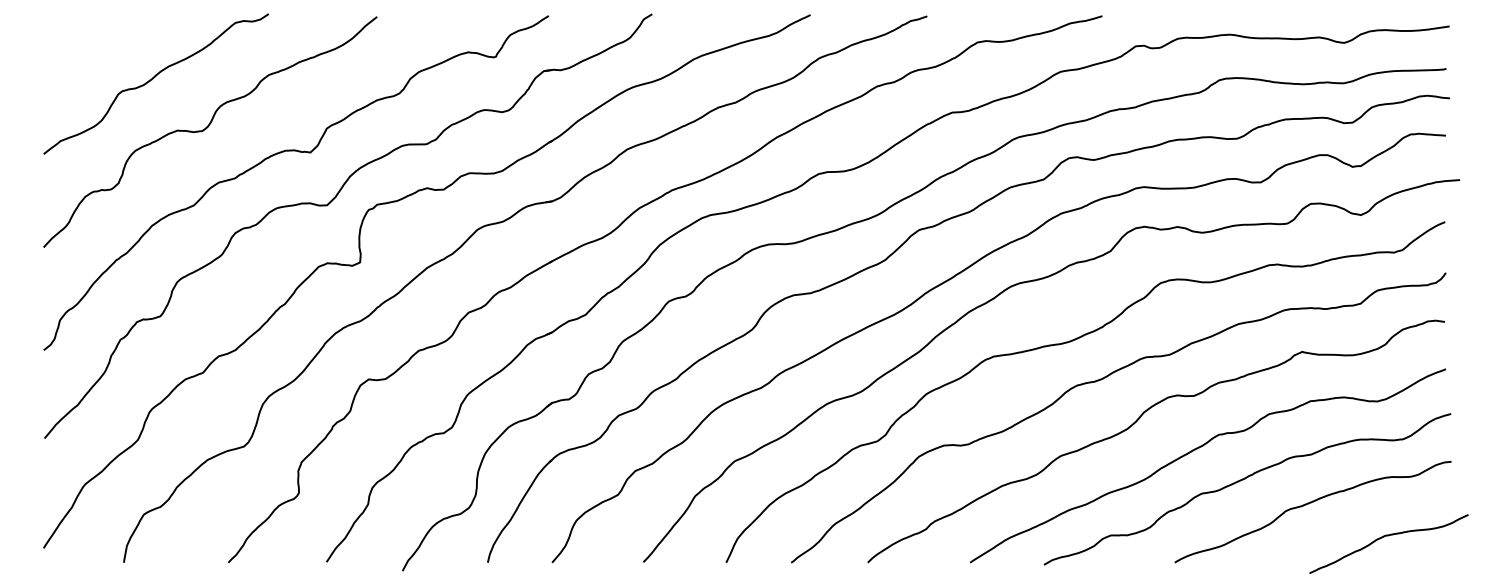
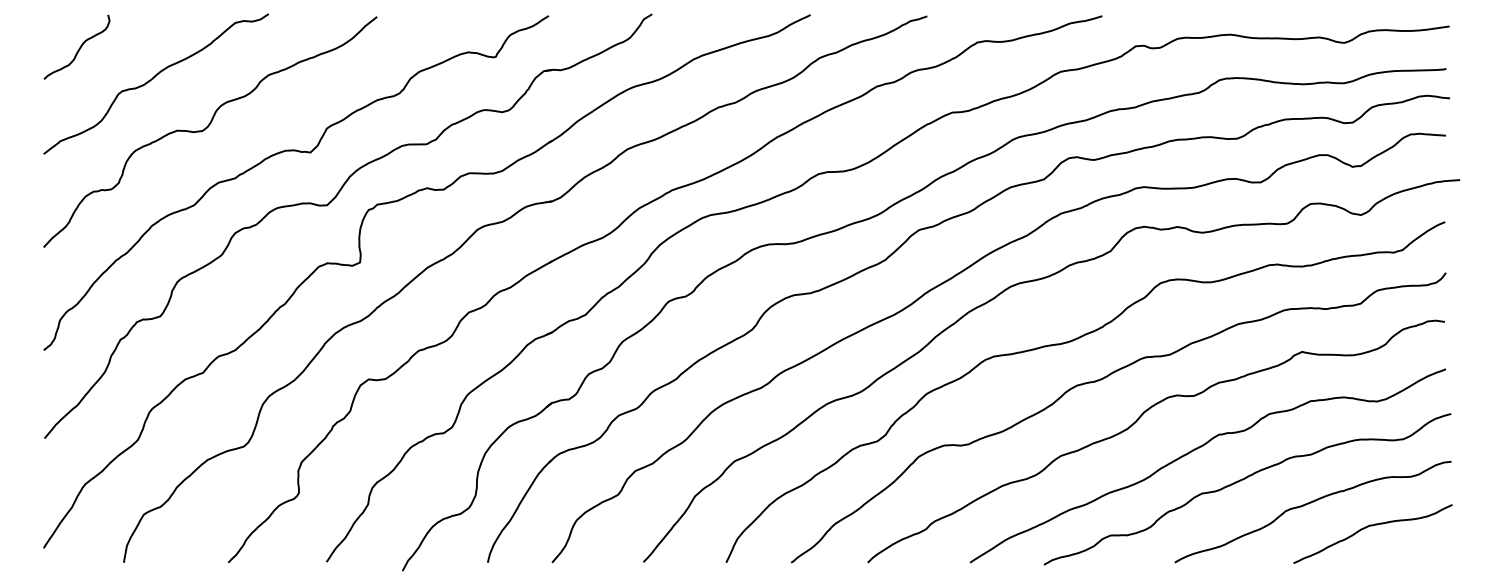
curve at (78, 48): none -> present
curve at (1388, 536) position: (1388, 536) -> (1372, 526)
